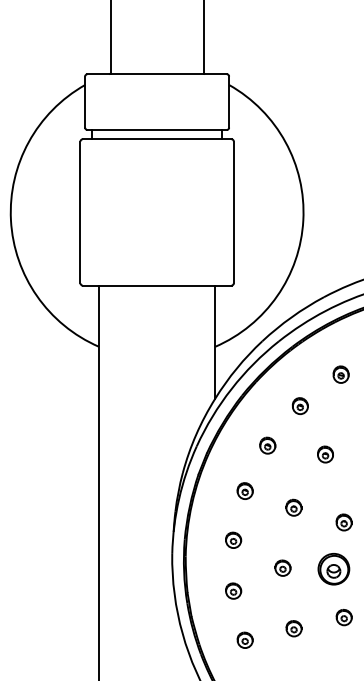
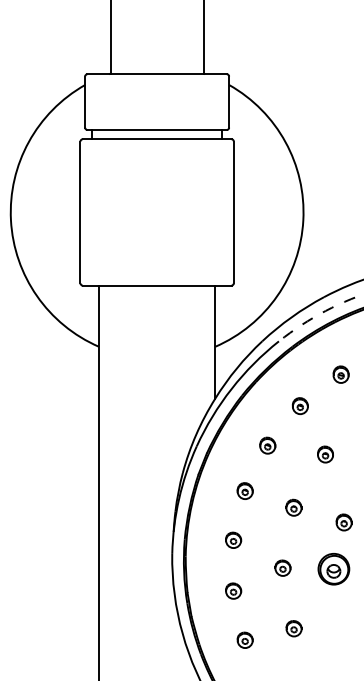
arc at (318, 314): solid -> dashed
part at (343, 617): present -> none
